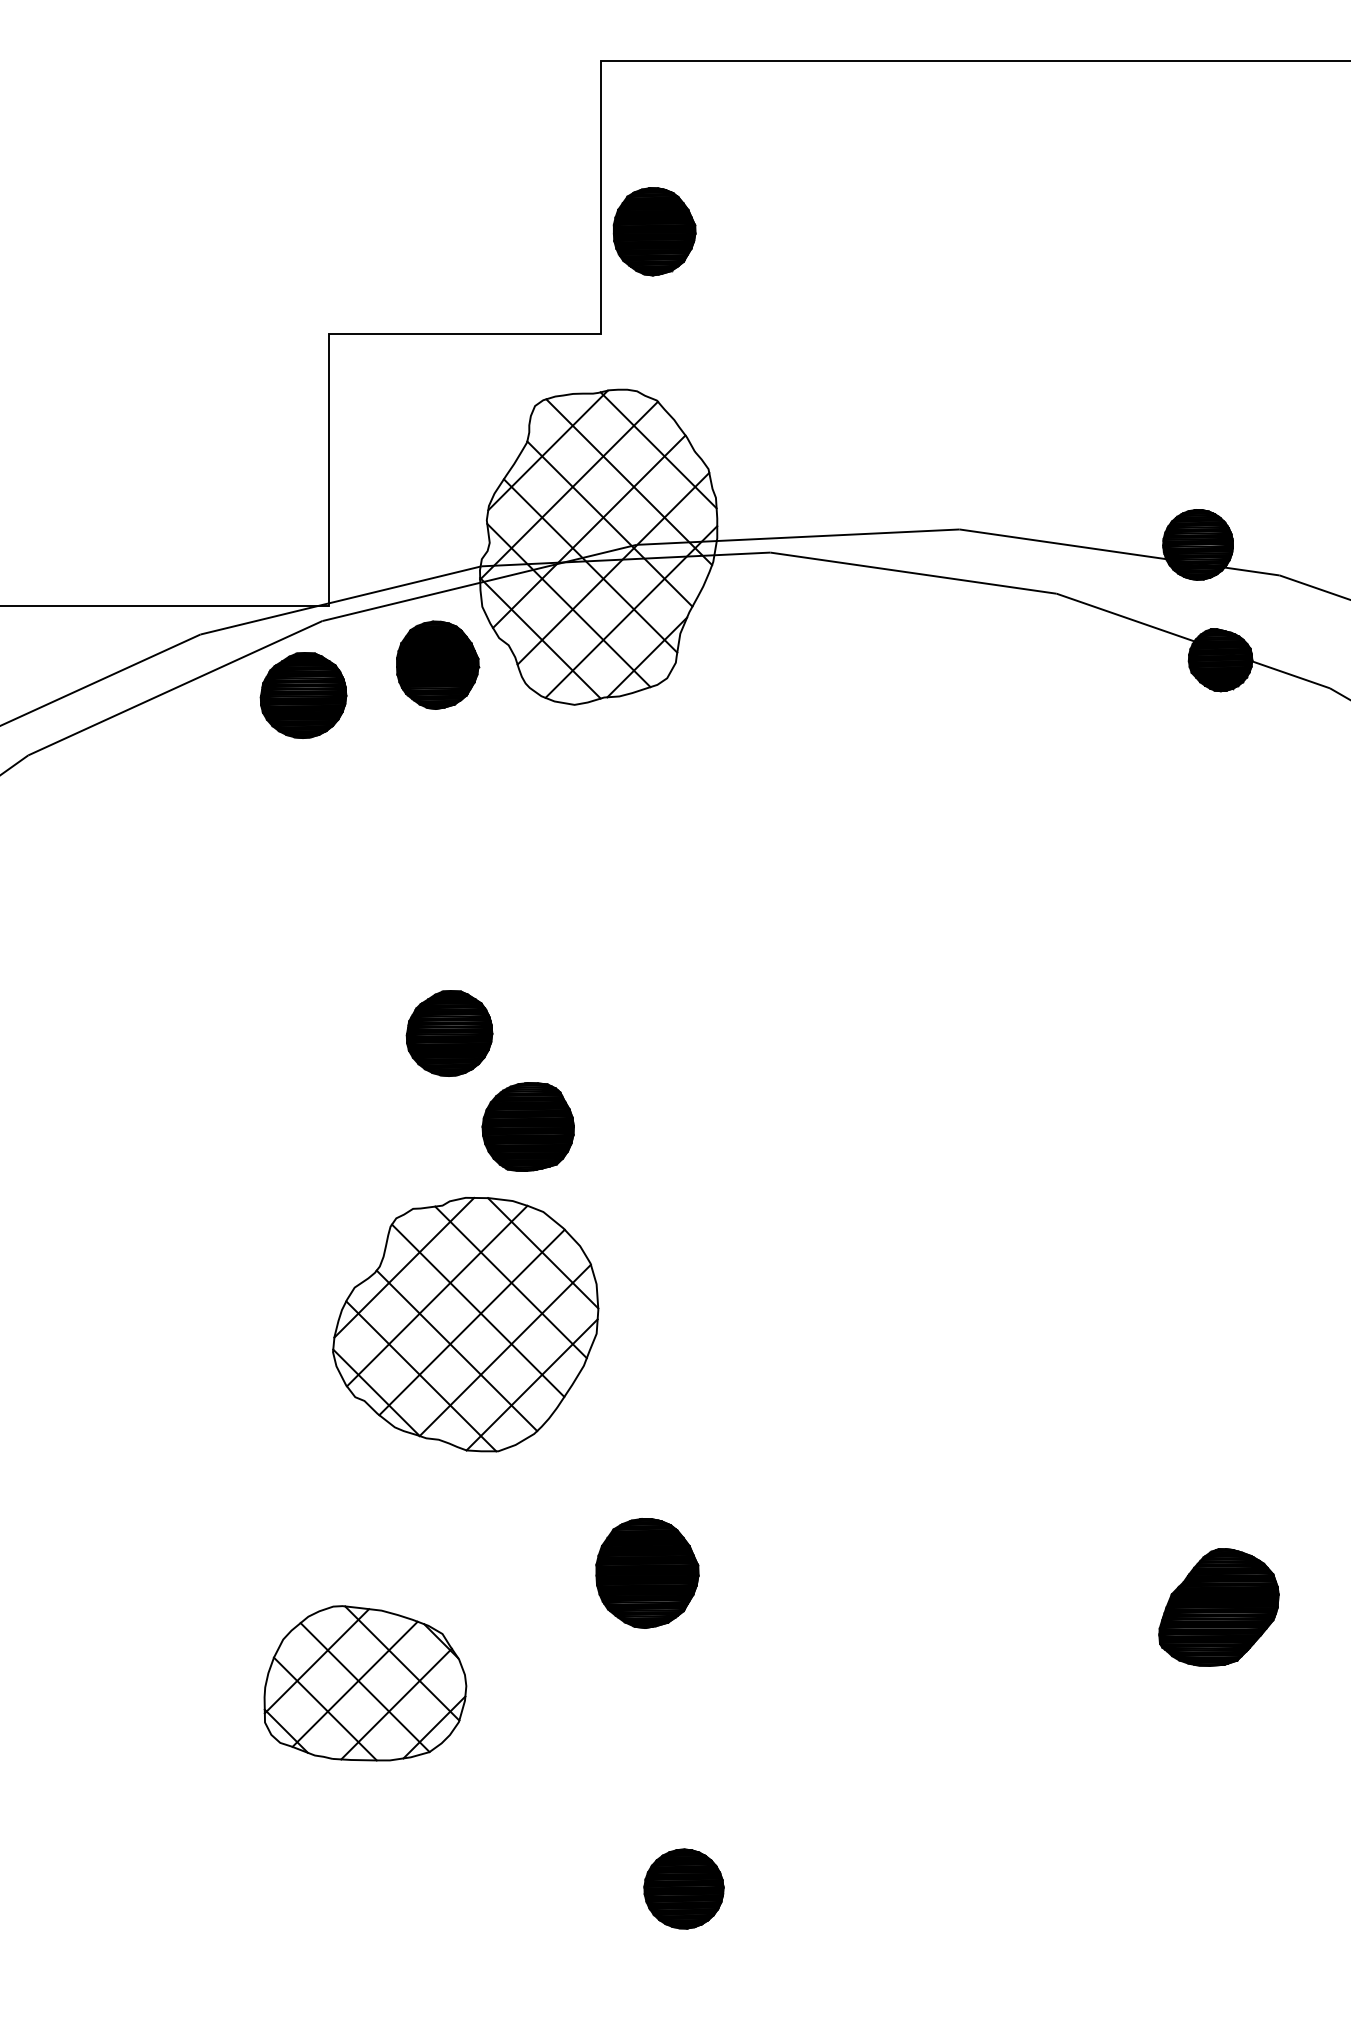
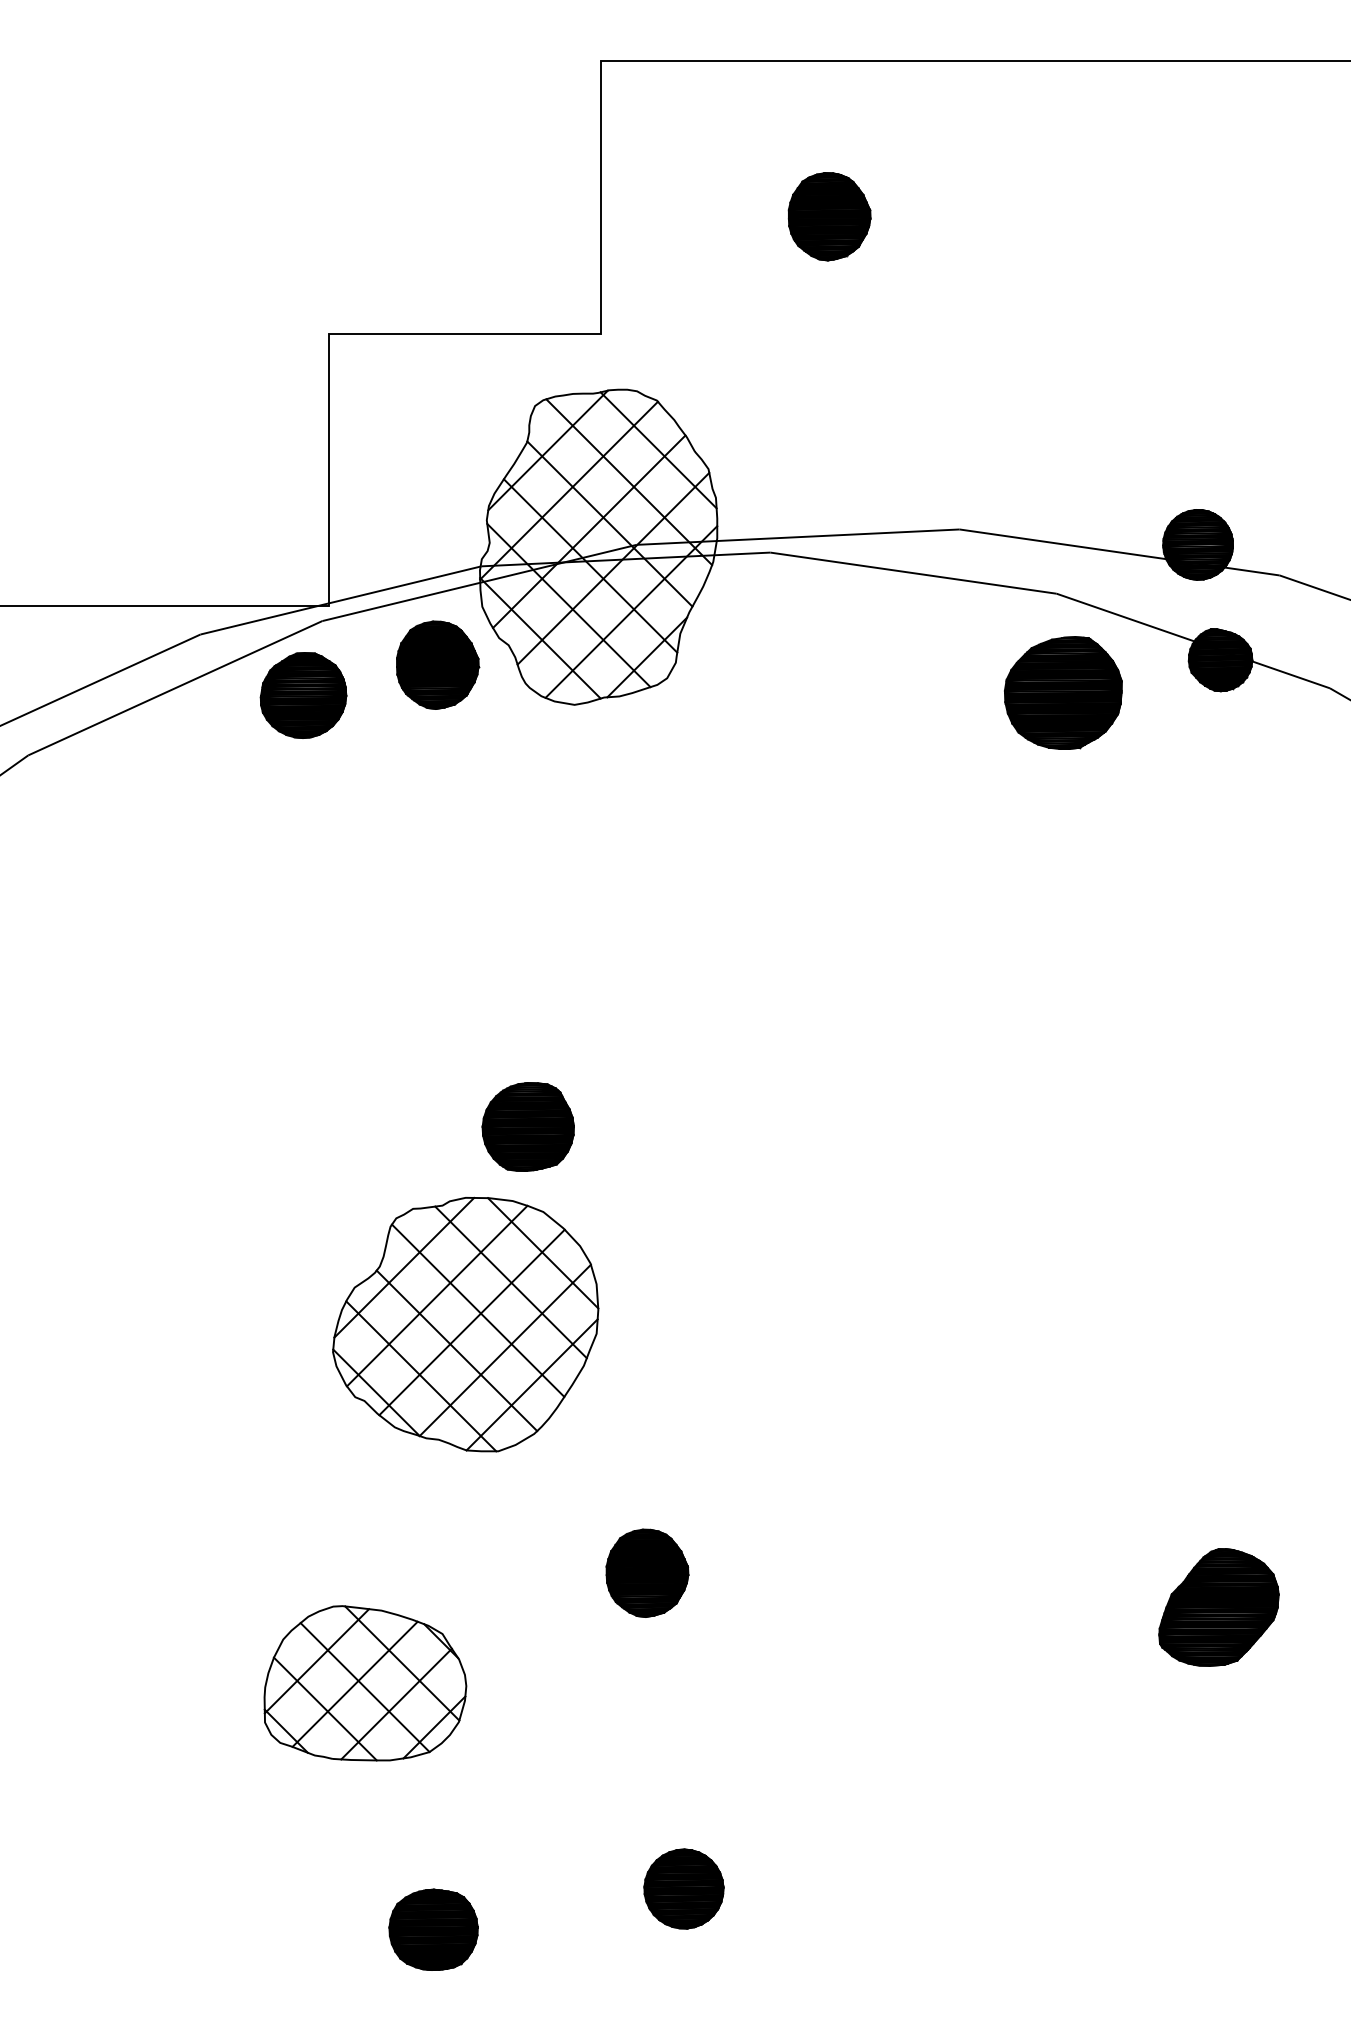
part at (654, 231) position: (654, 231) -> (829, 216)
part at (1063, 692): none -> present
part at (449, 1033): present -> none
part at (647, 1573) size: 105x111 px -> 85x90 px
part at (433, 1929): none -> present
